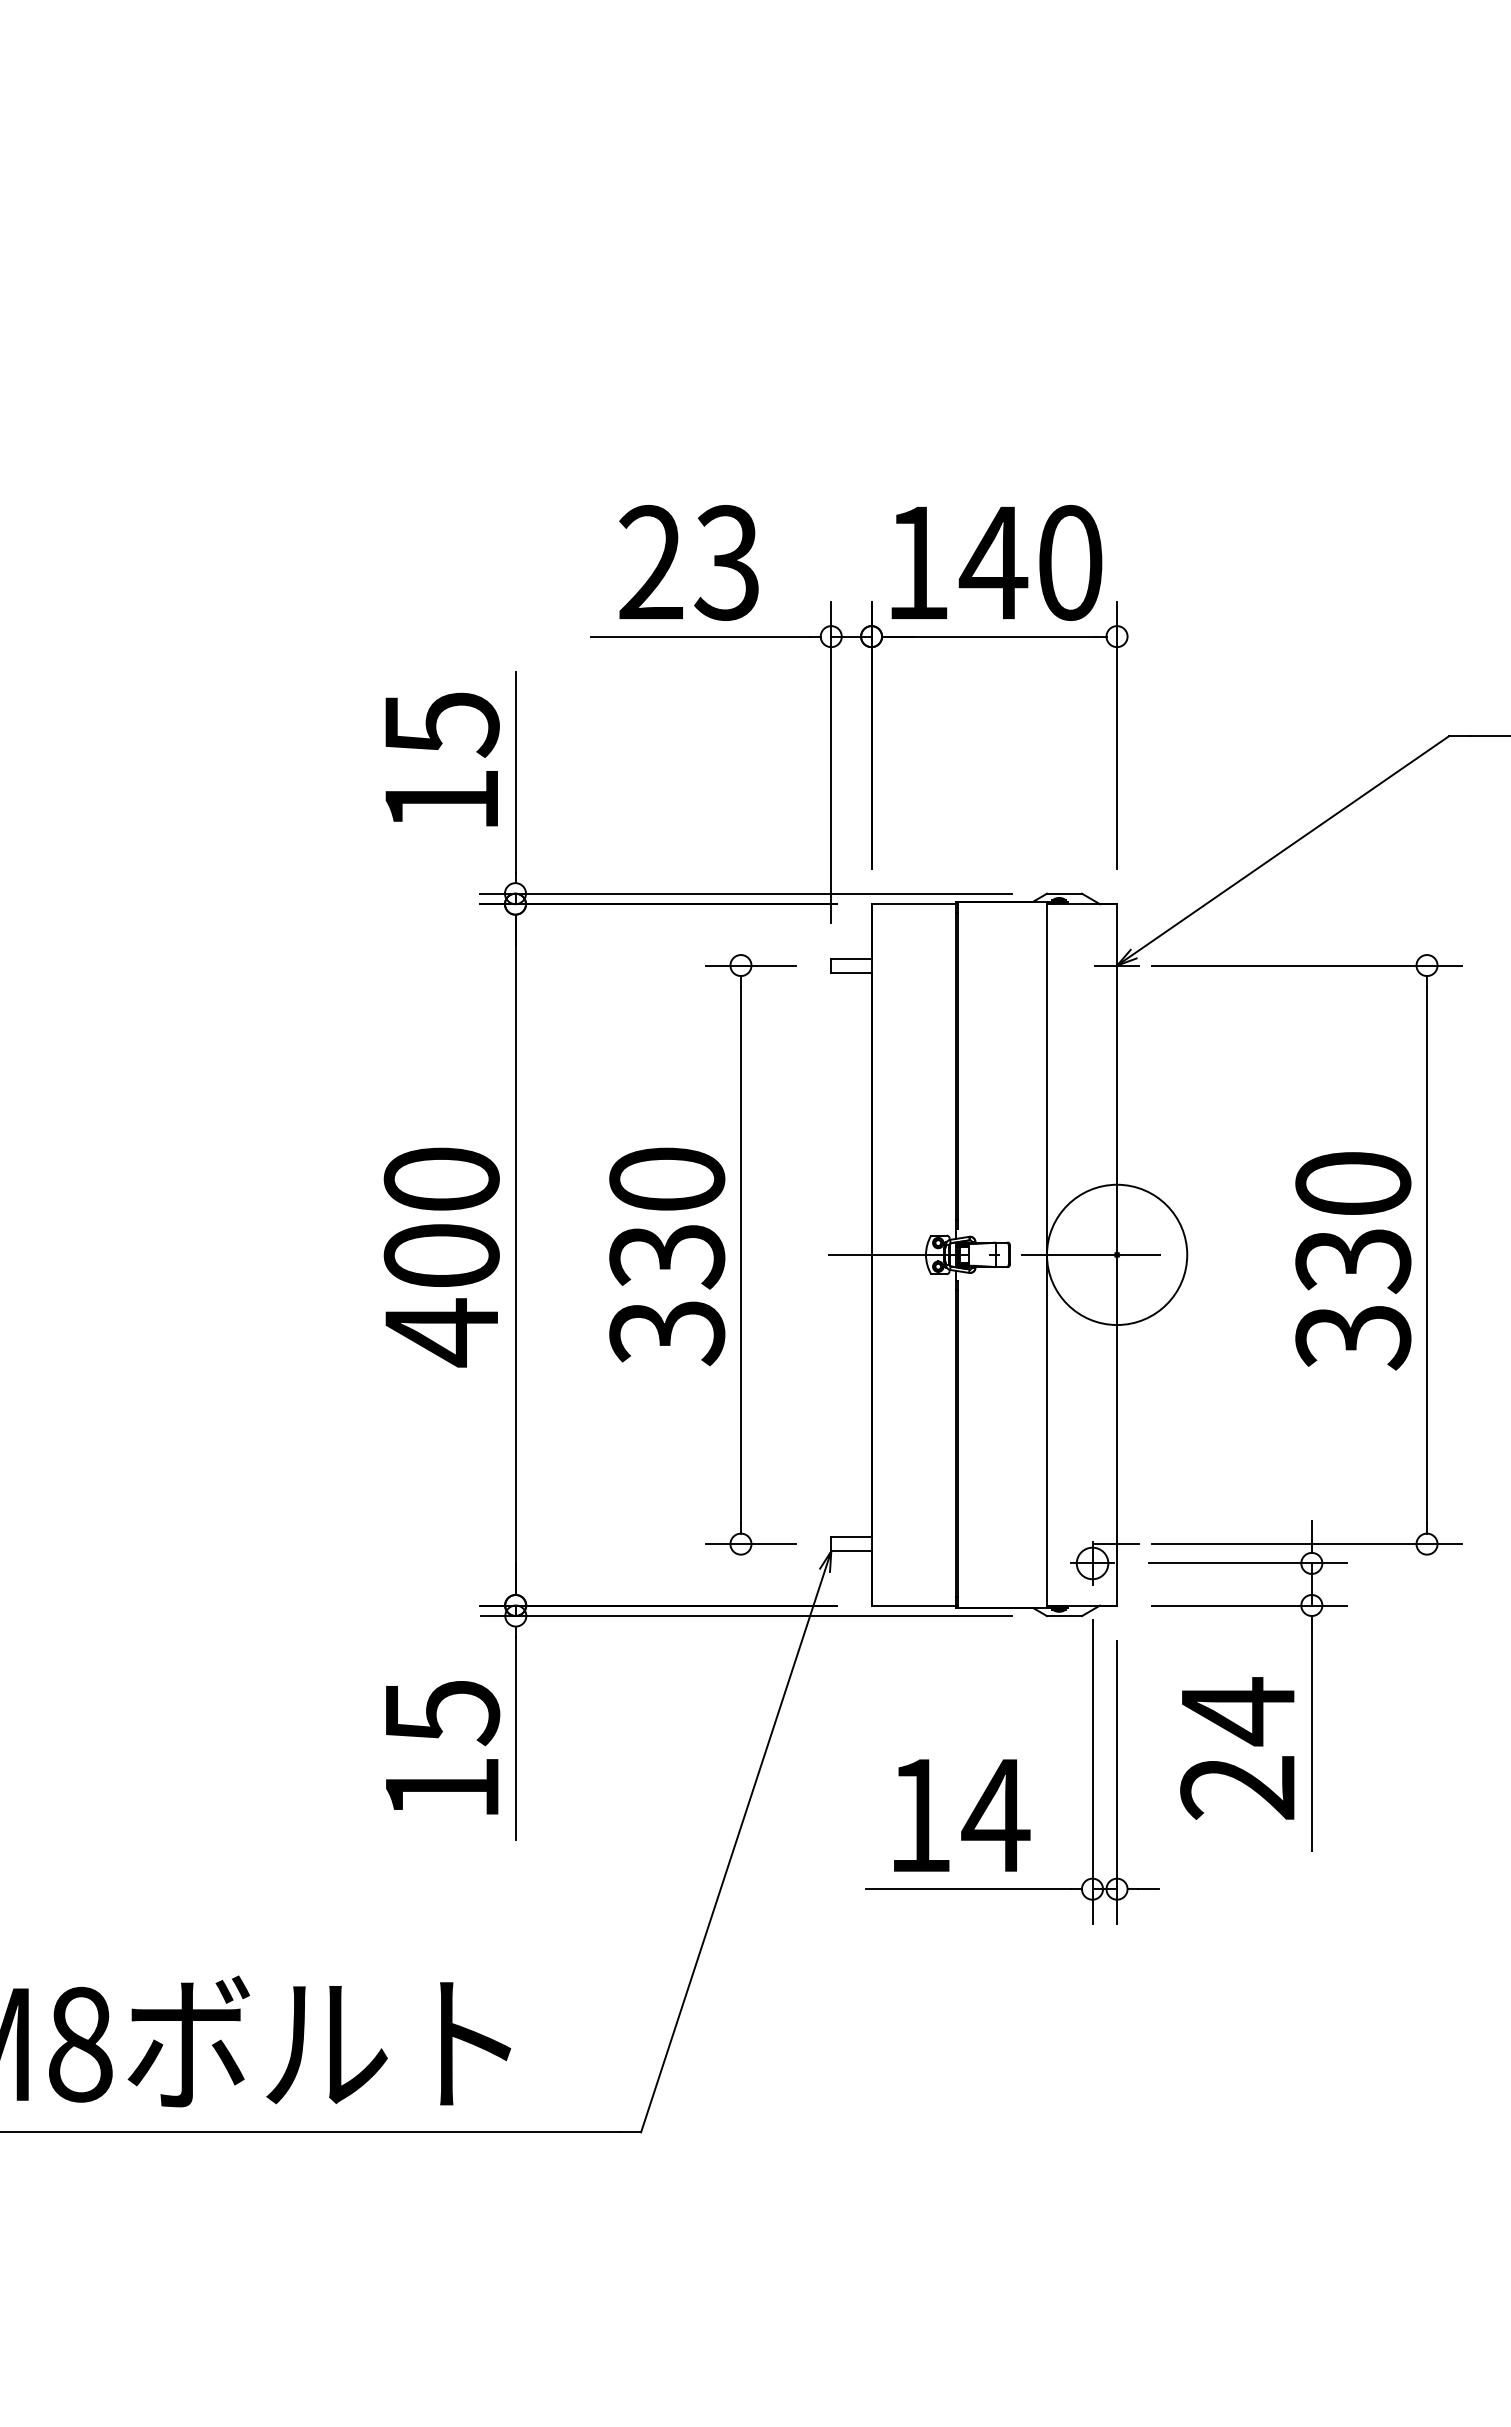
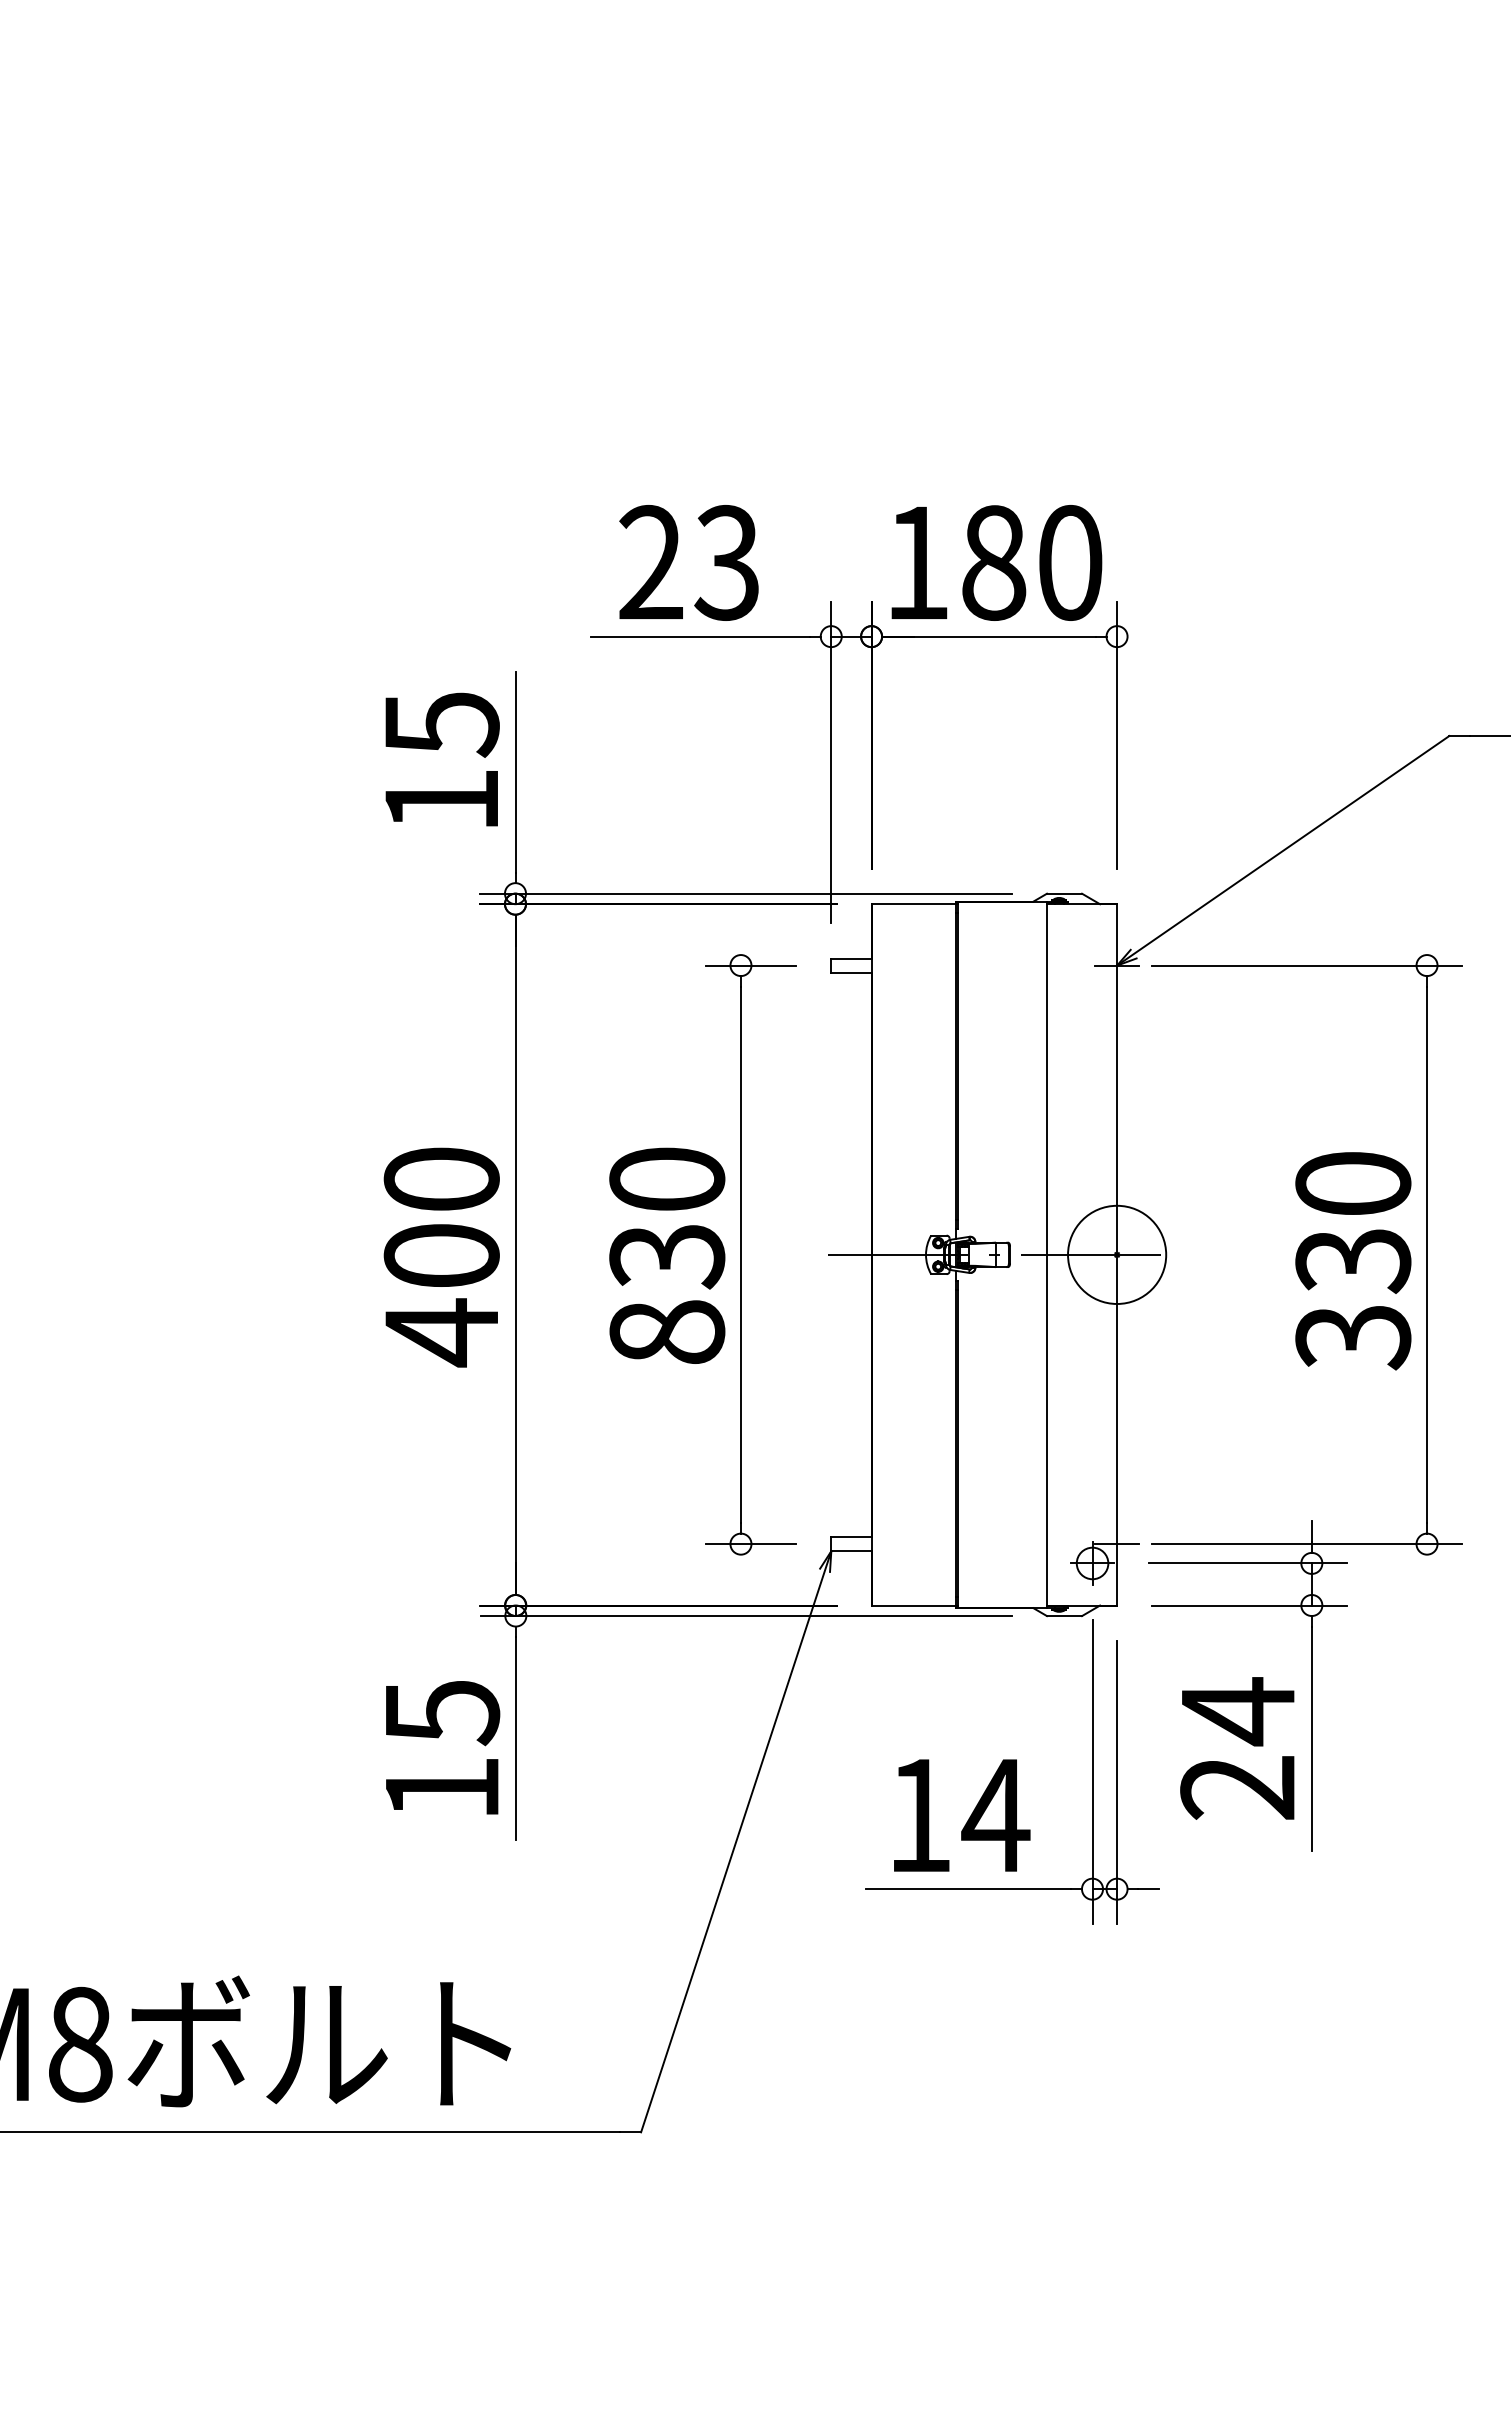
text at (993, 562): 140 -> 180
circle at (1116, 1254) diameter: 140 px -> 98 px
text at (667, 1333): 330 -> 830
